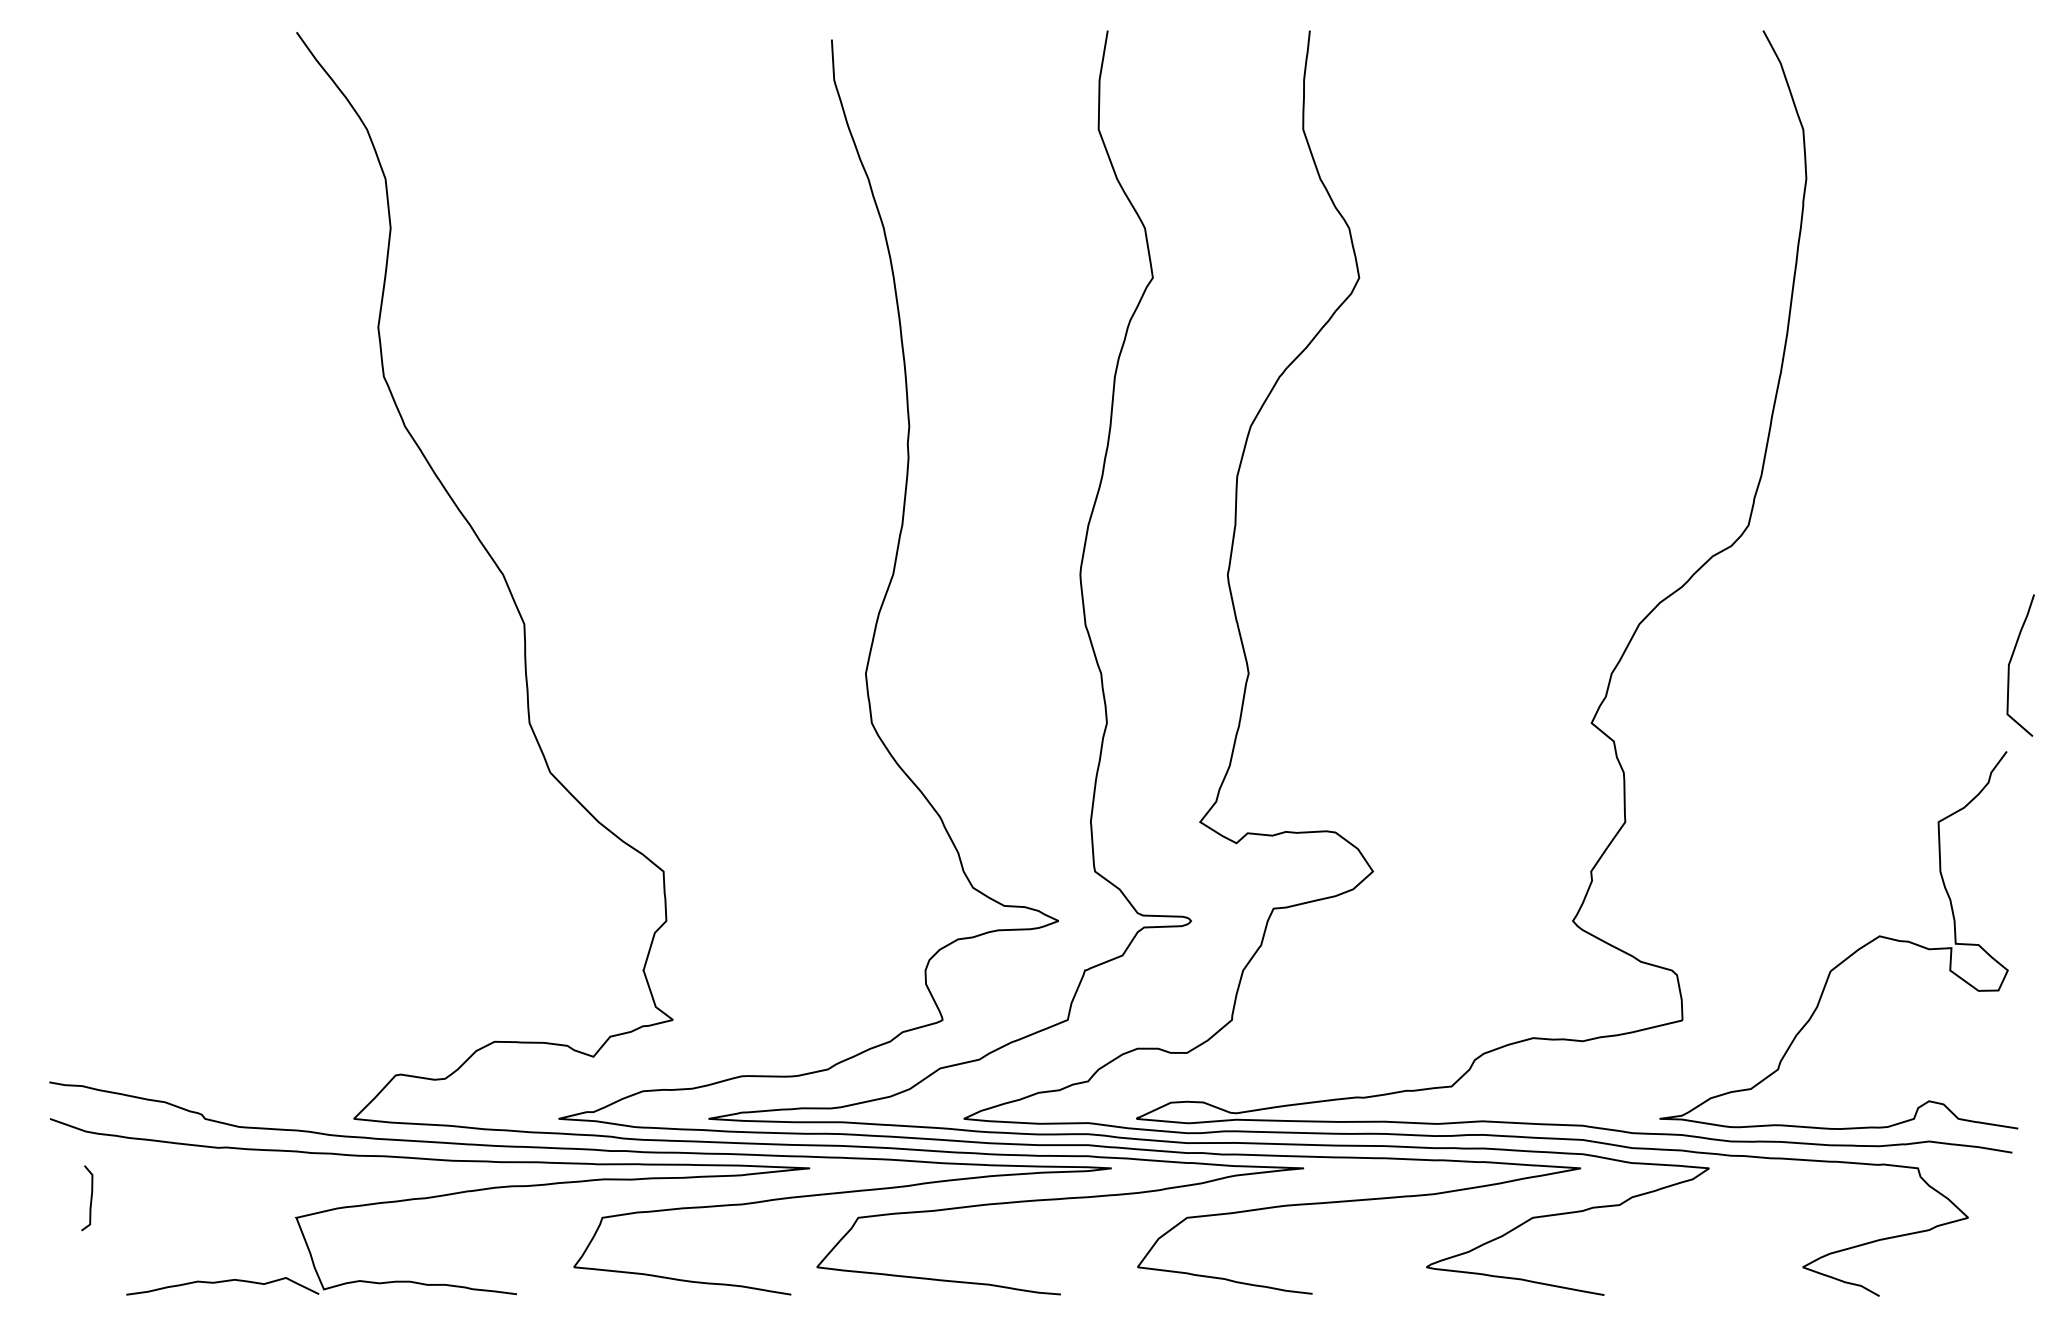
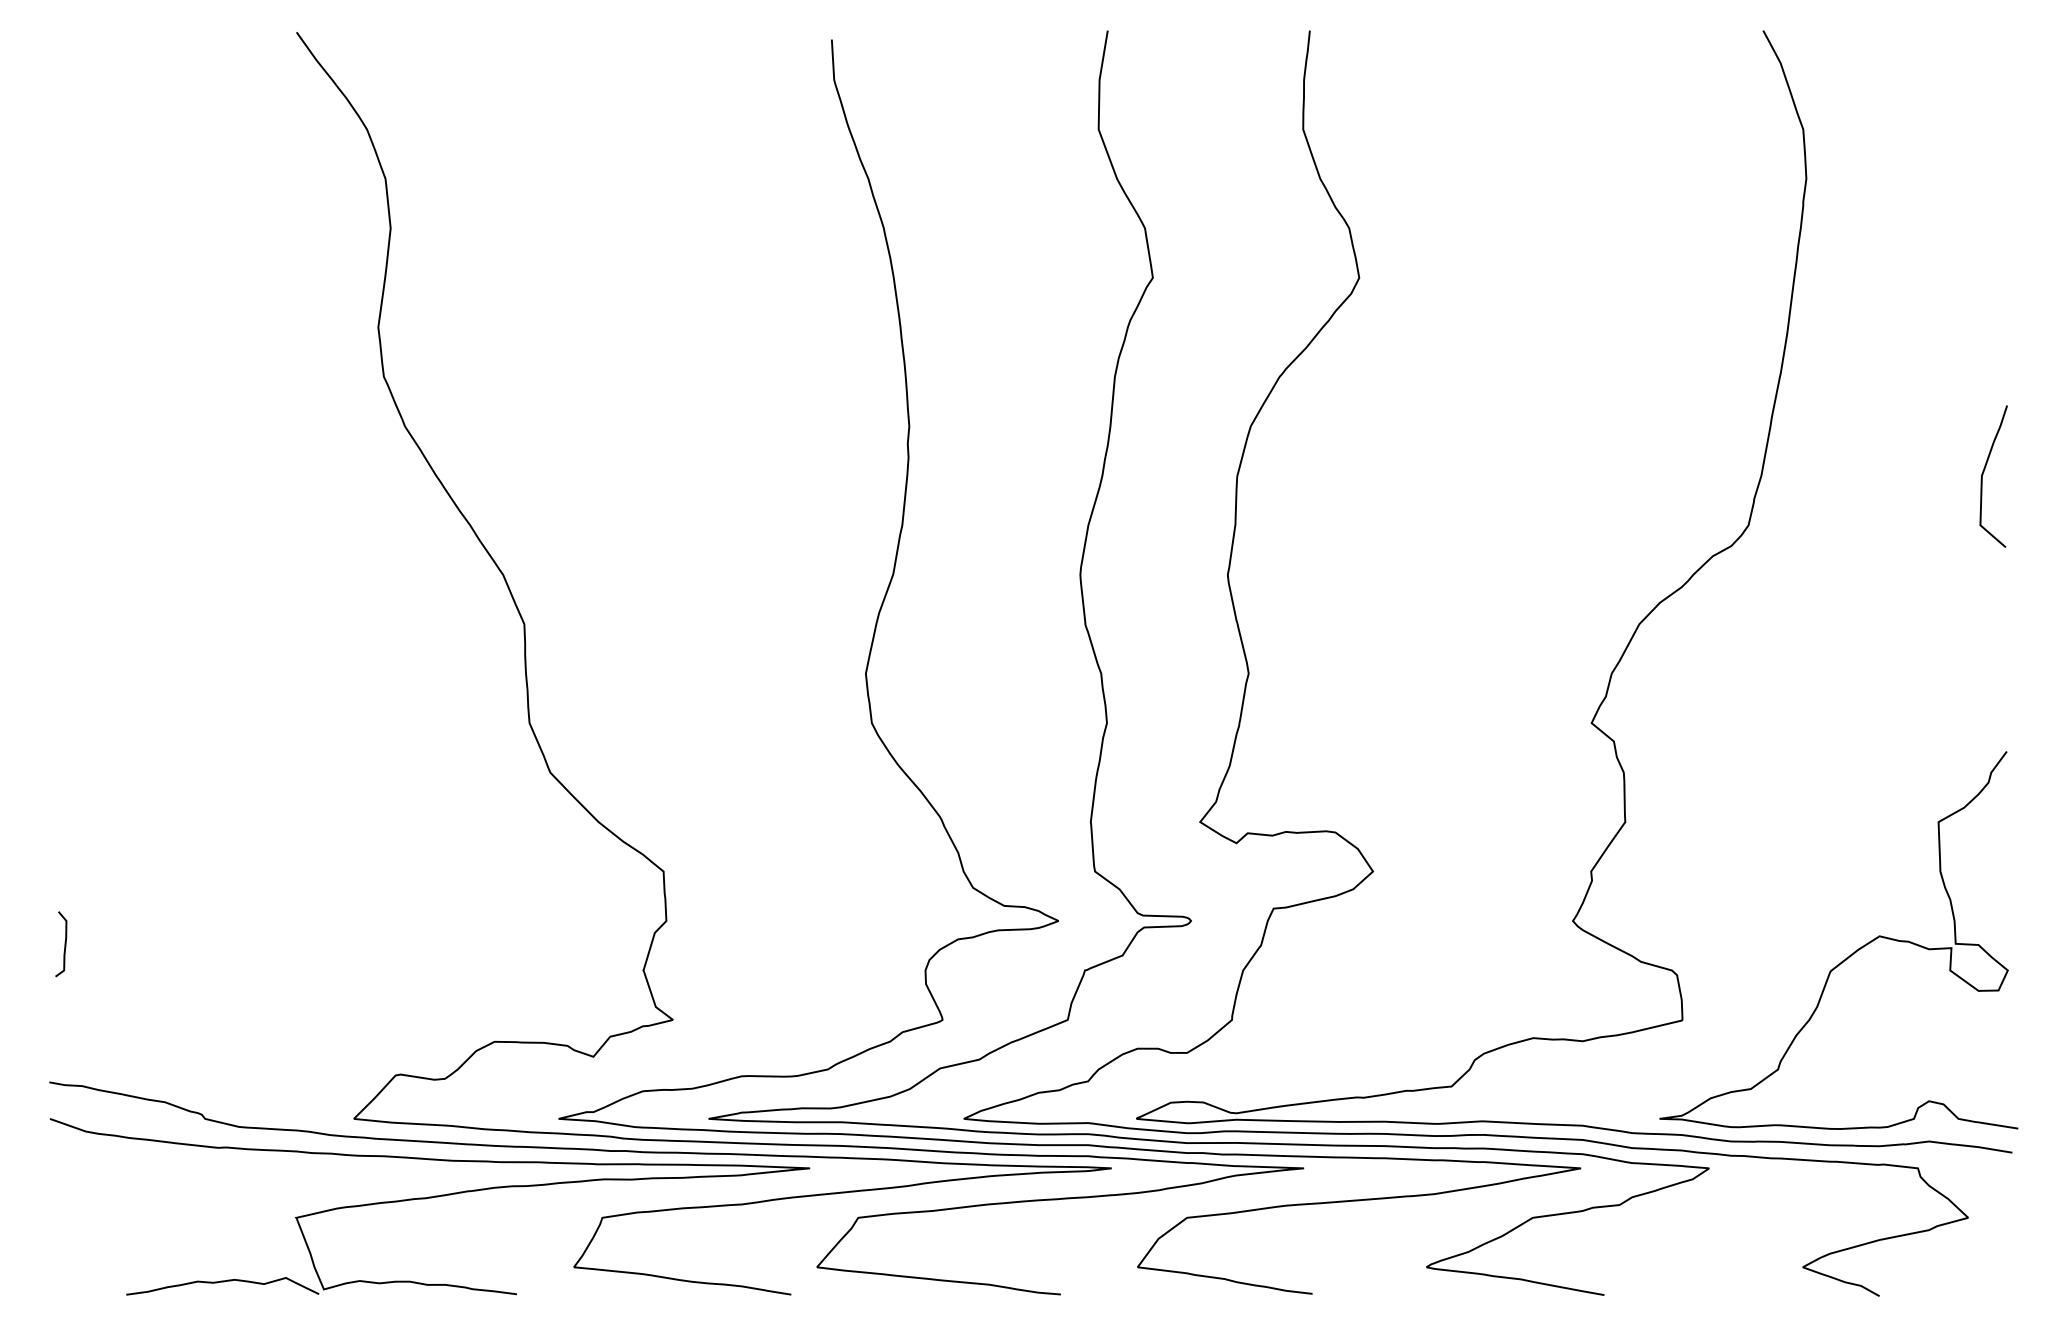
curve at (2011, 661) position: (2011, 661) -> (1984, 472)
curve at (90, 1198) position: (90, 1198) -> (64, 944)
